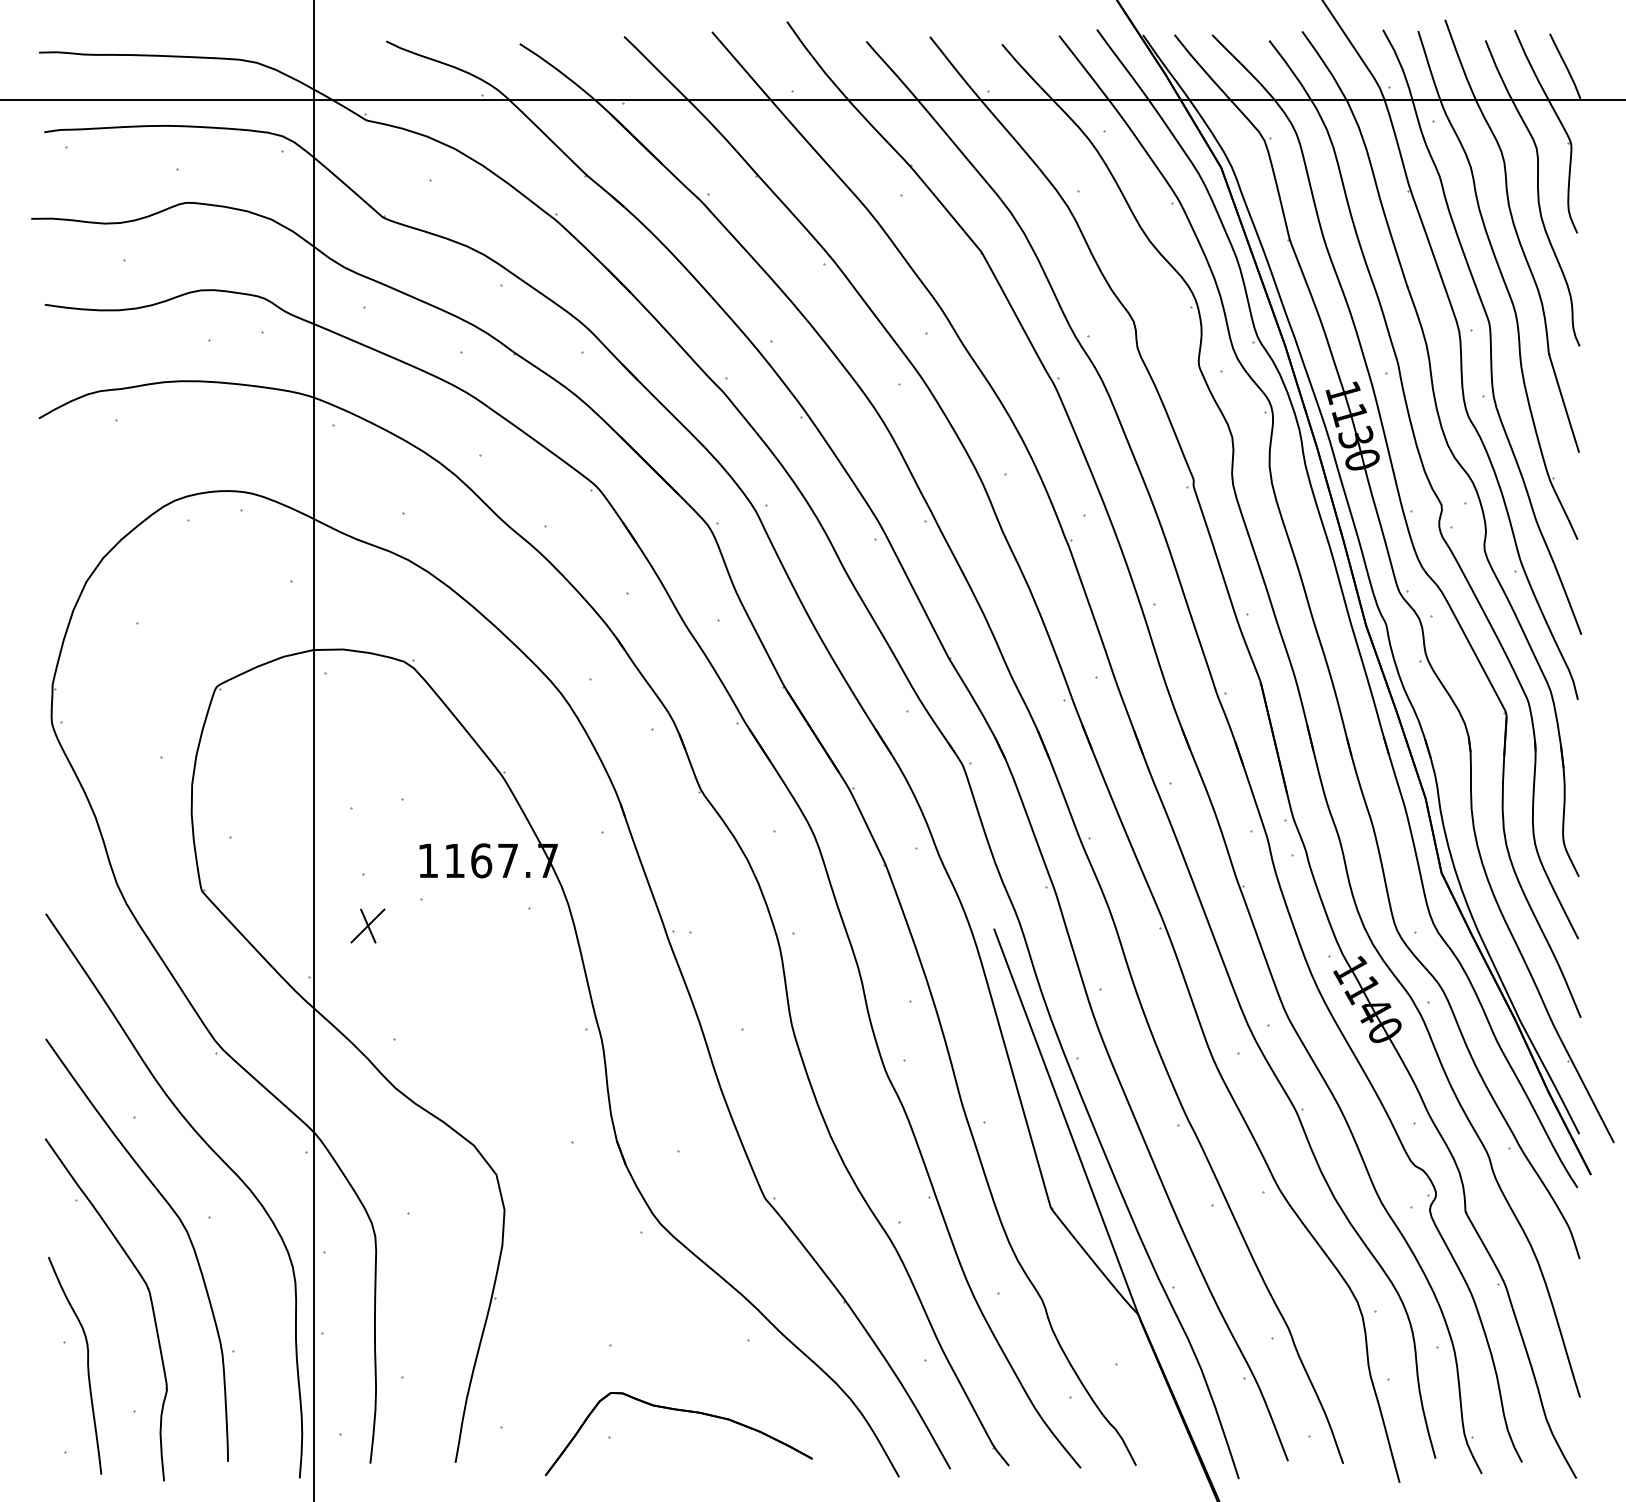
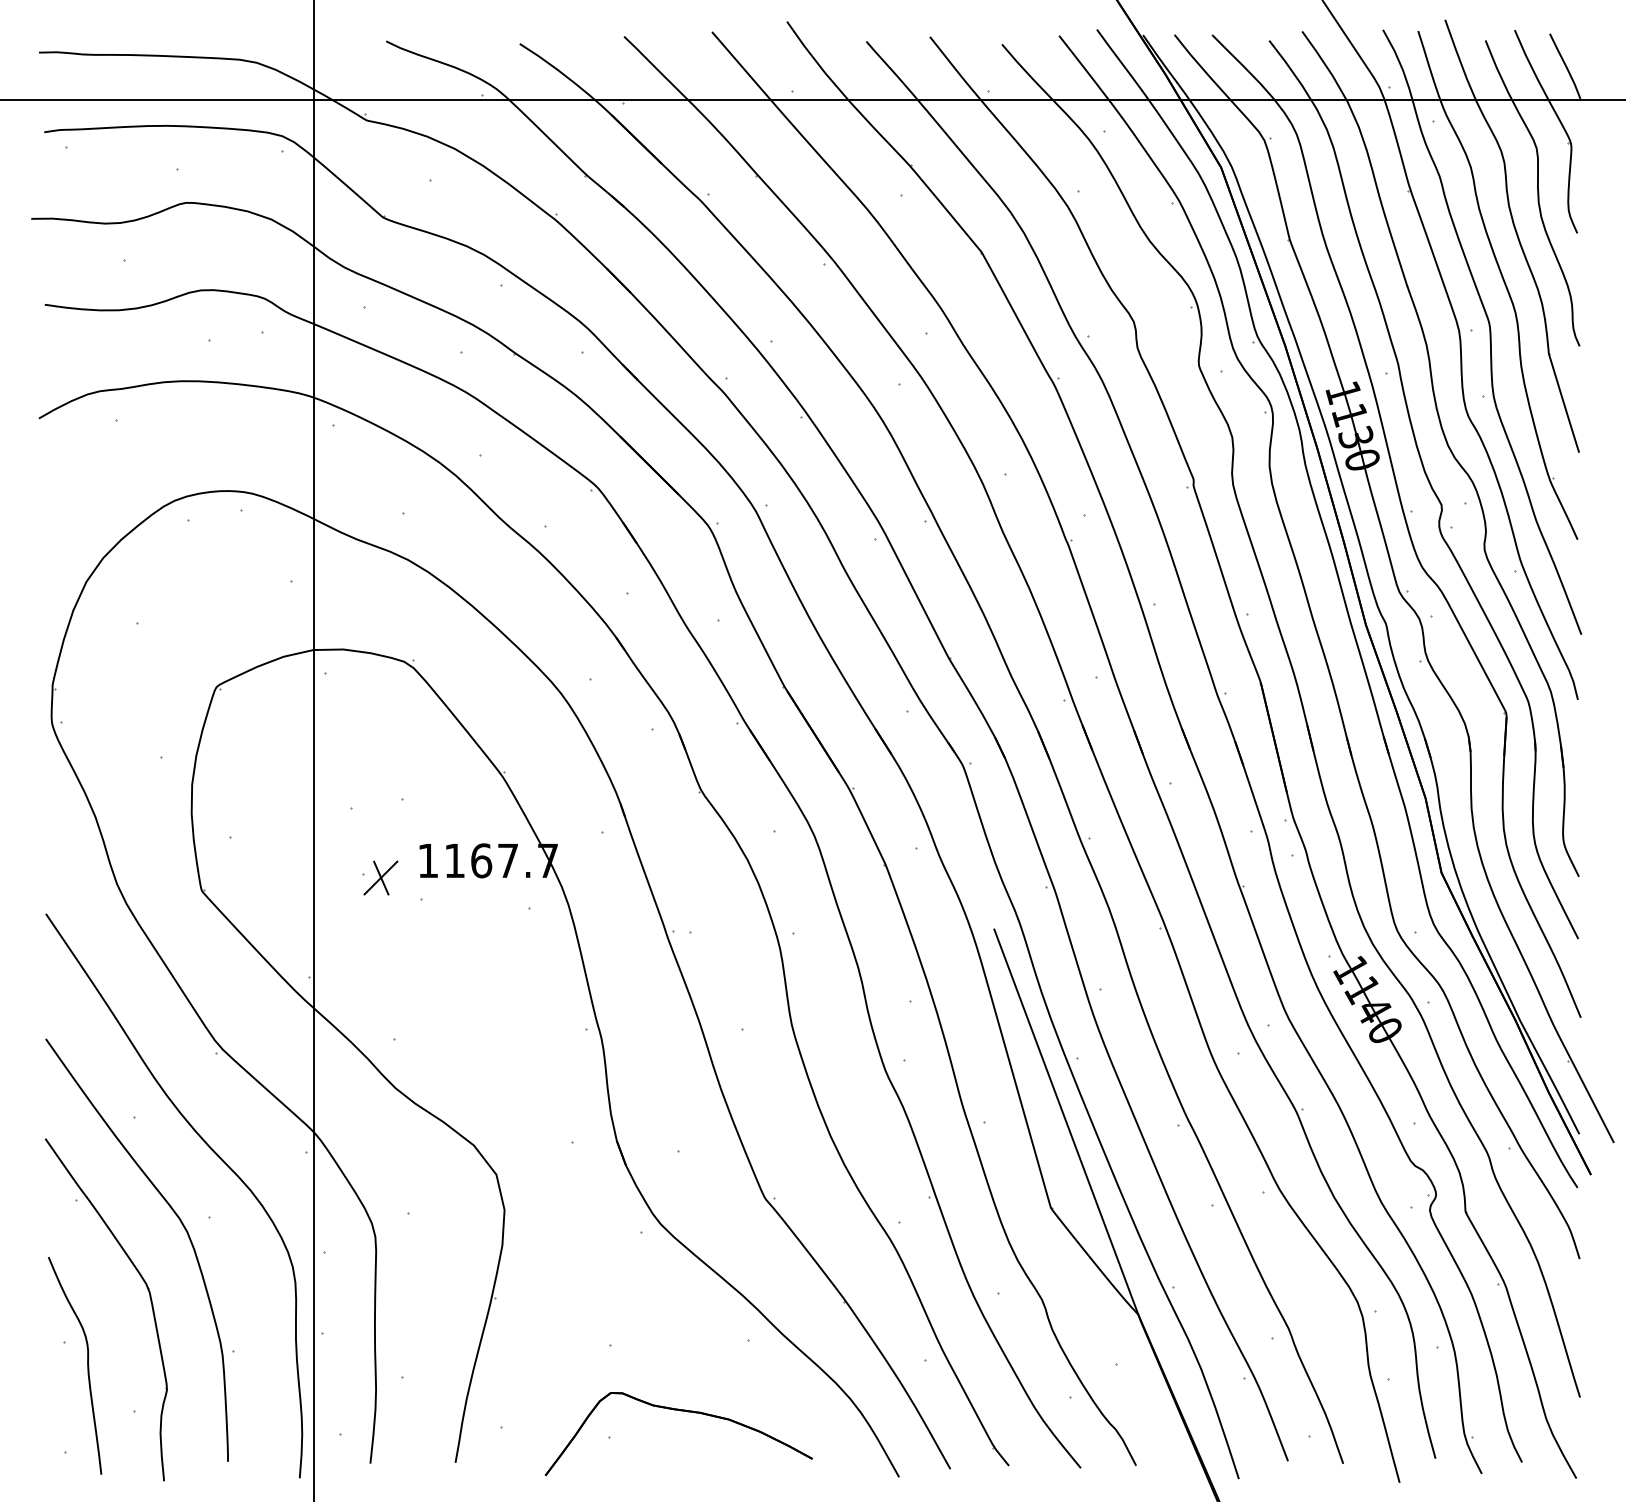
part at (367, 925) position: (367, 925) -> (380, 877)
